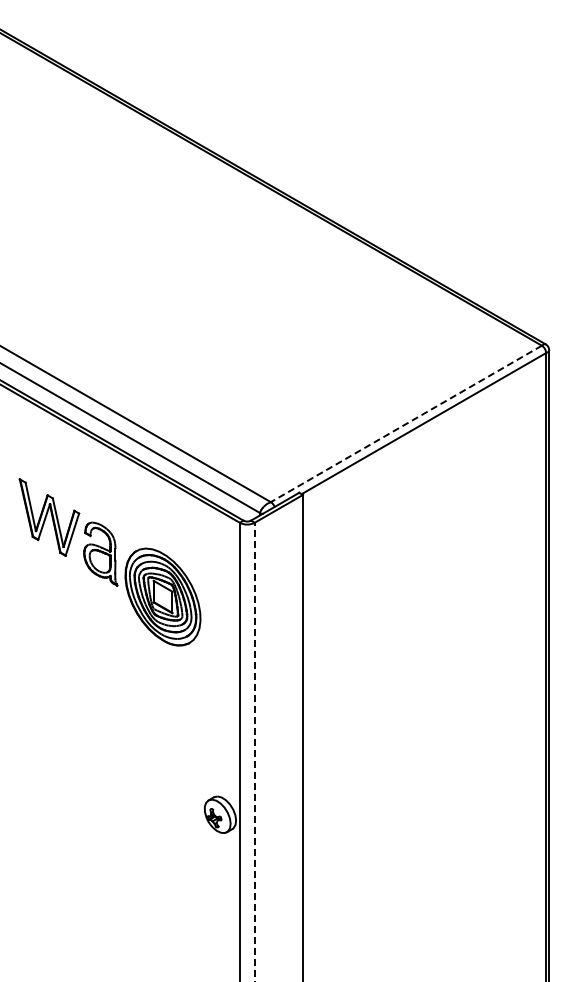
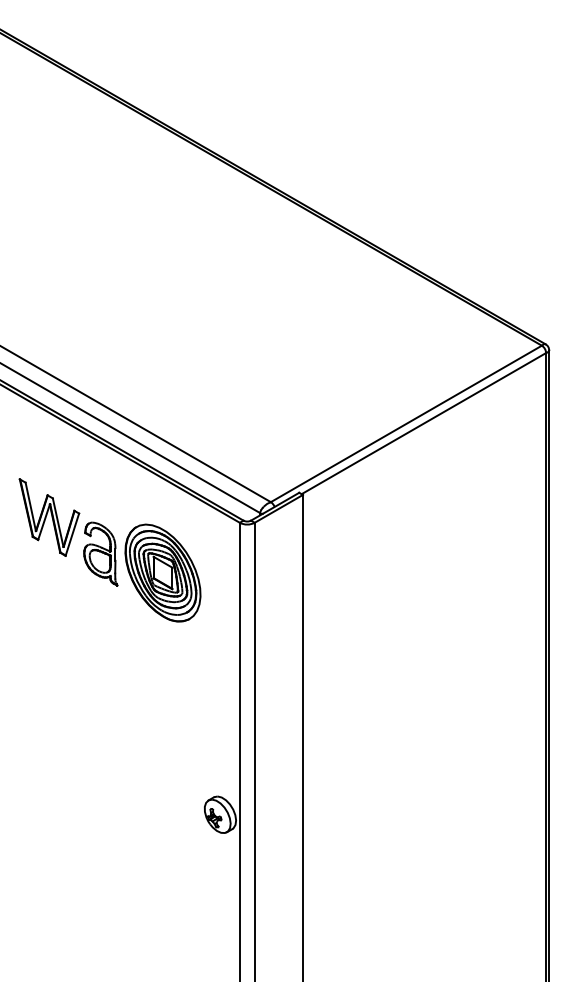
line at (405, 424): dashed -> solid
part at (162, 596) position: (162, 596) -> (162, 572)
line at (254, 751): dashed -> solid
